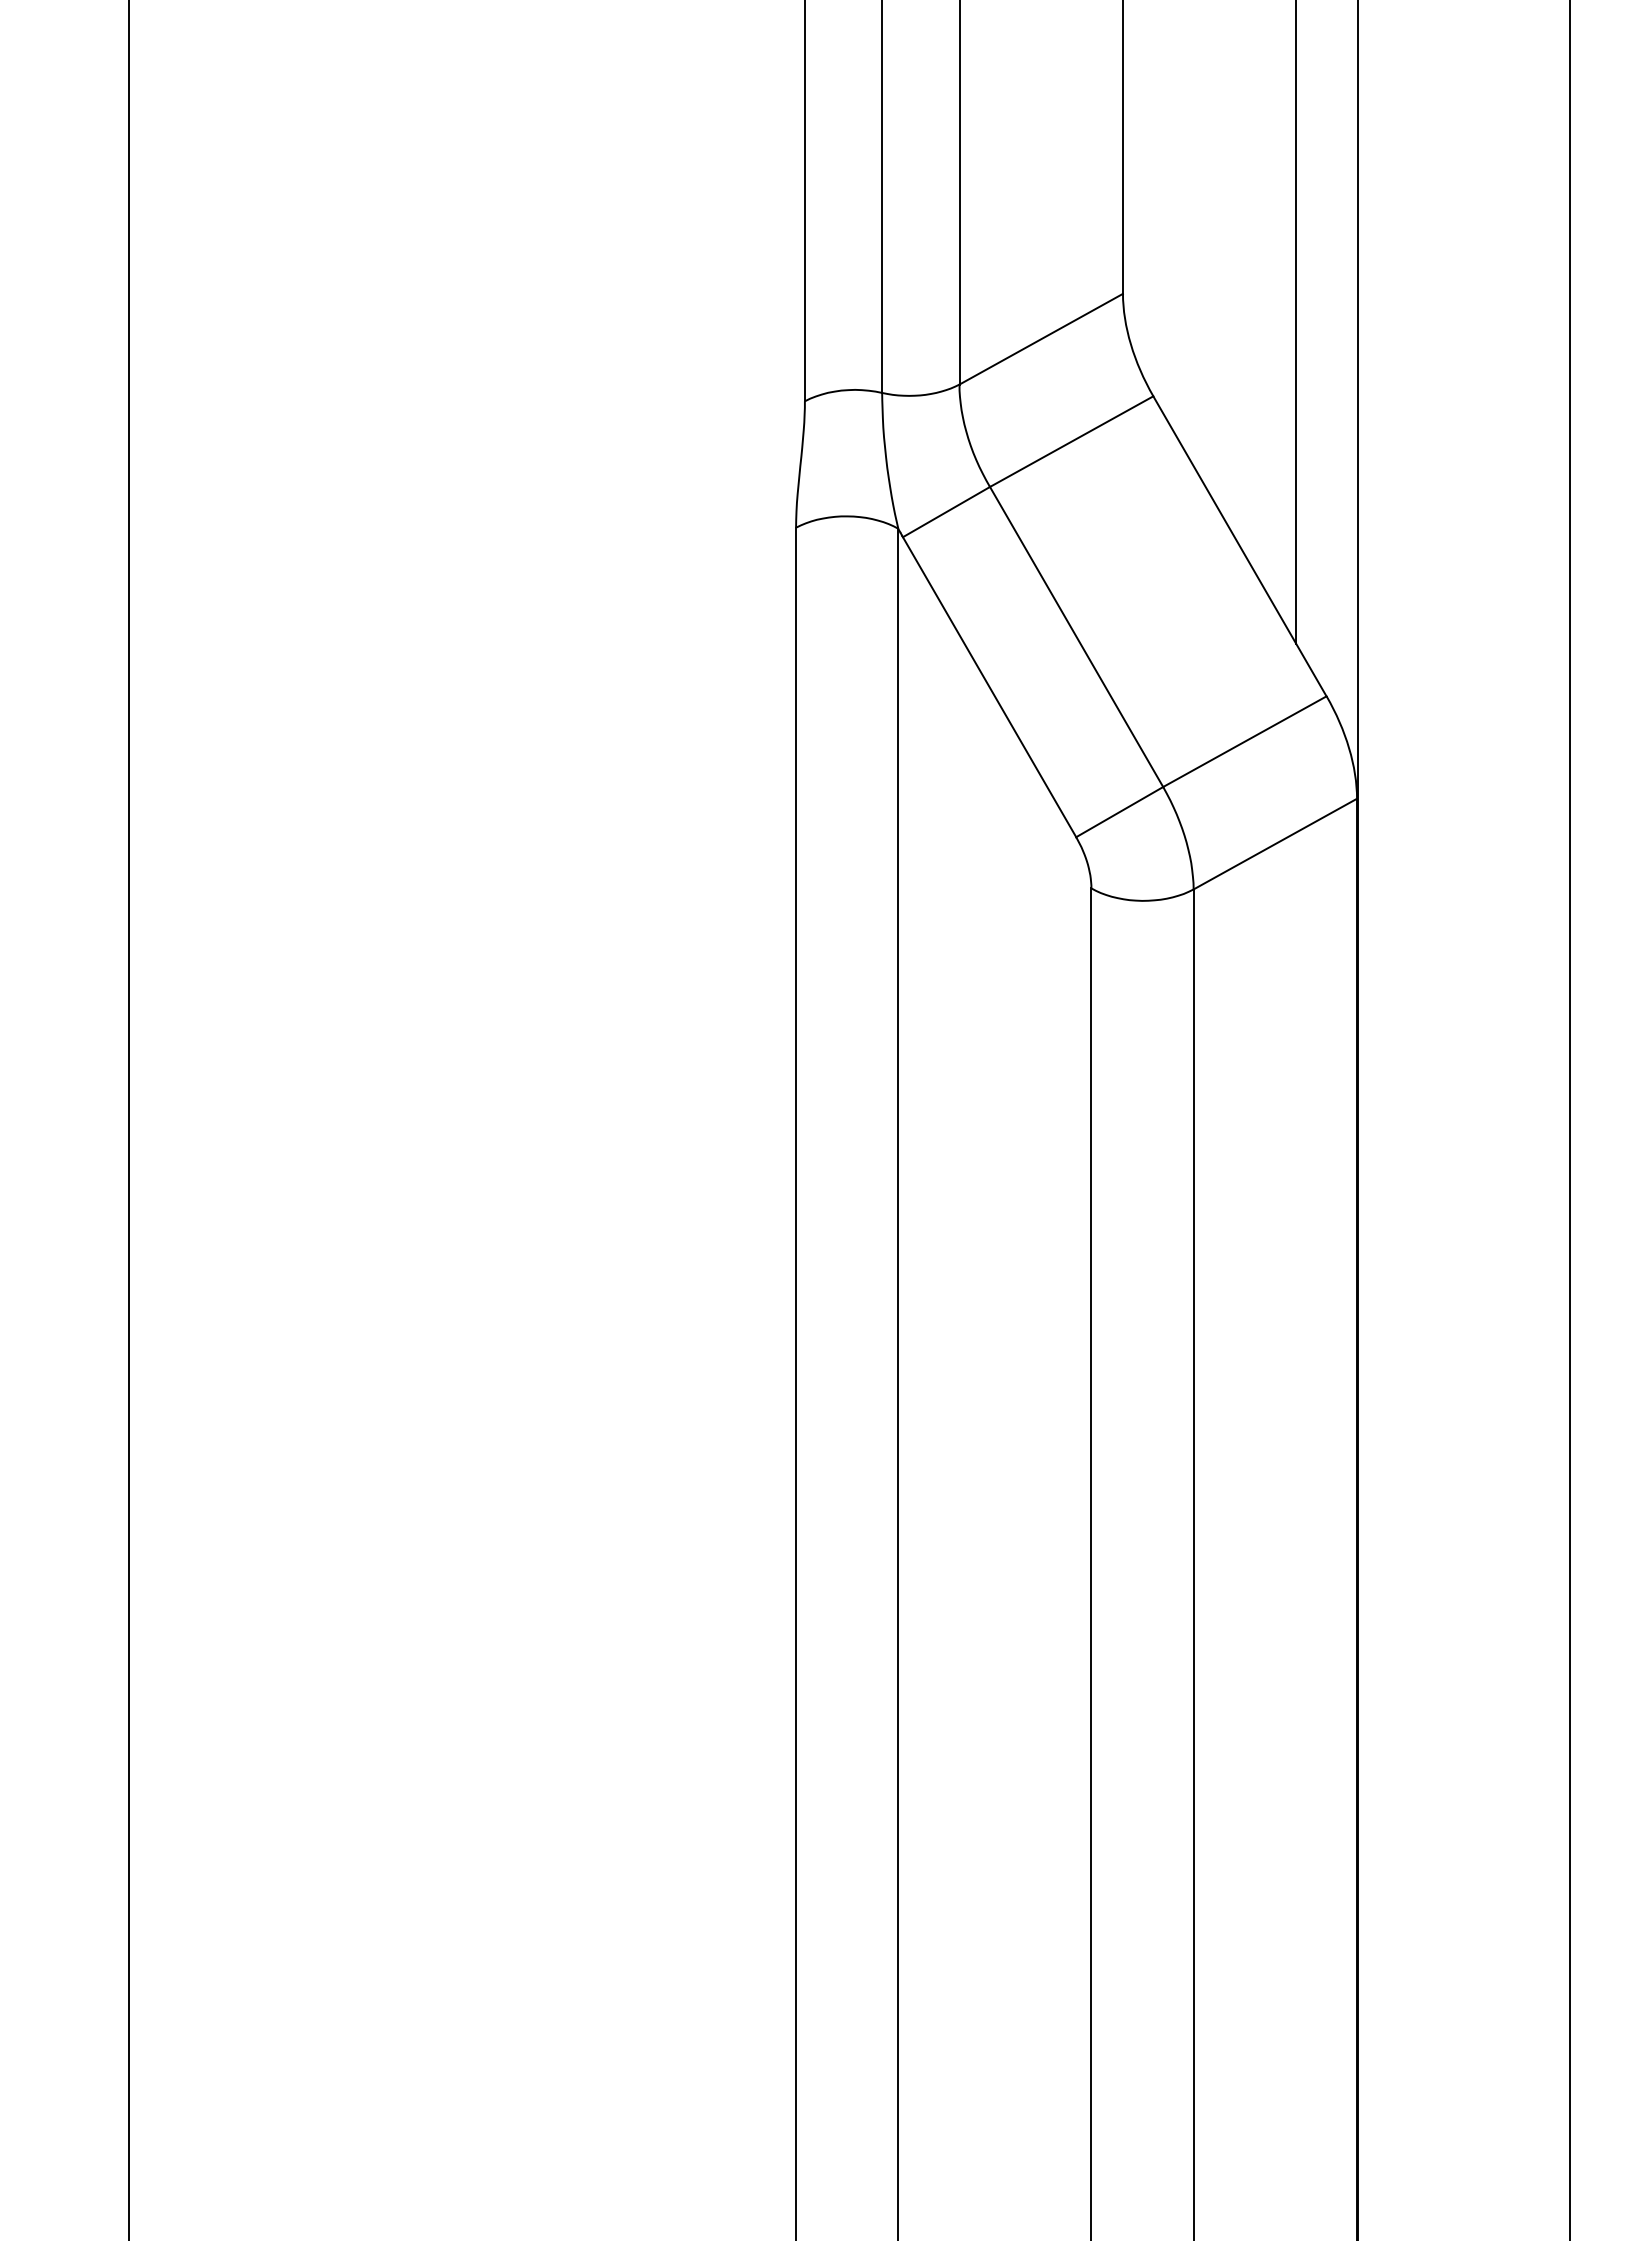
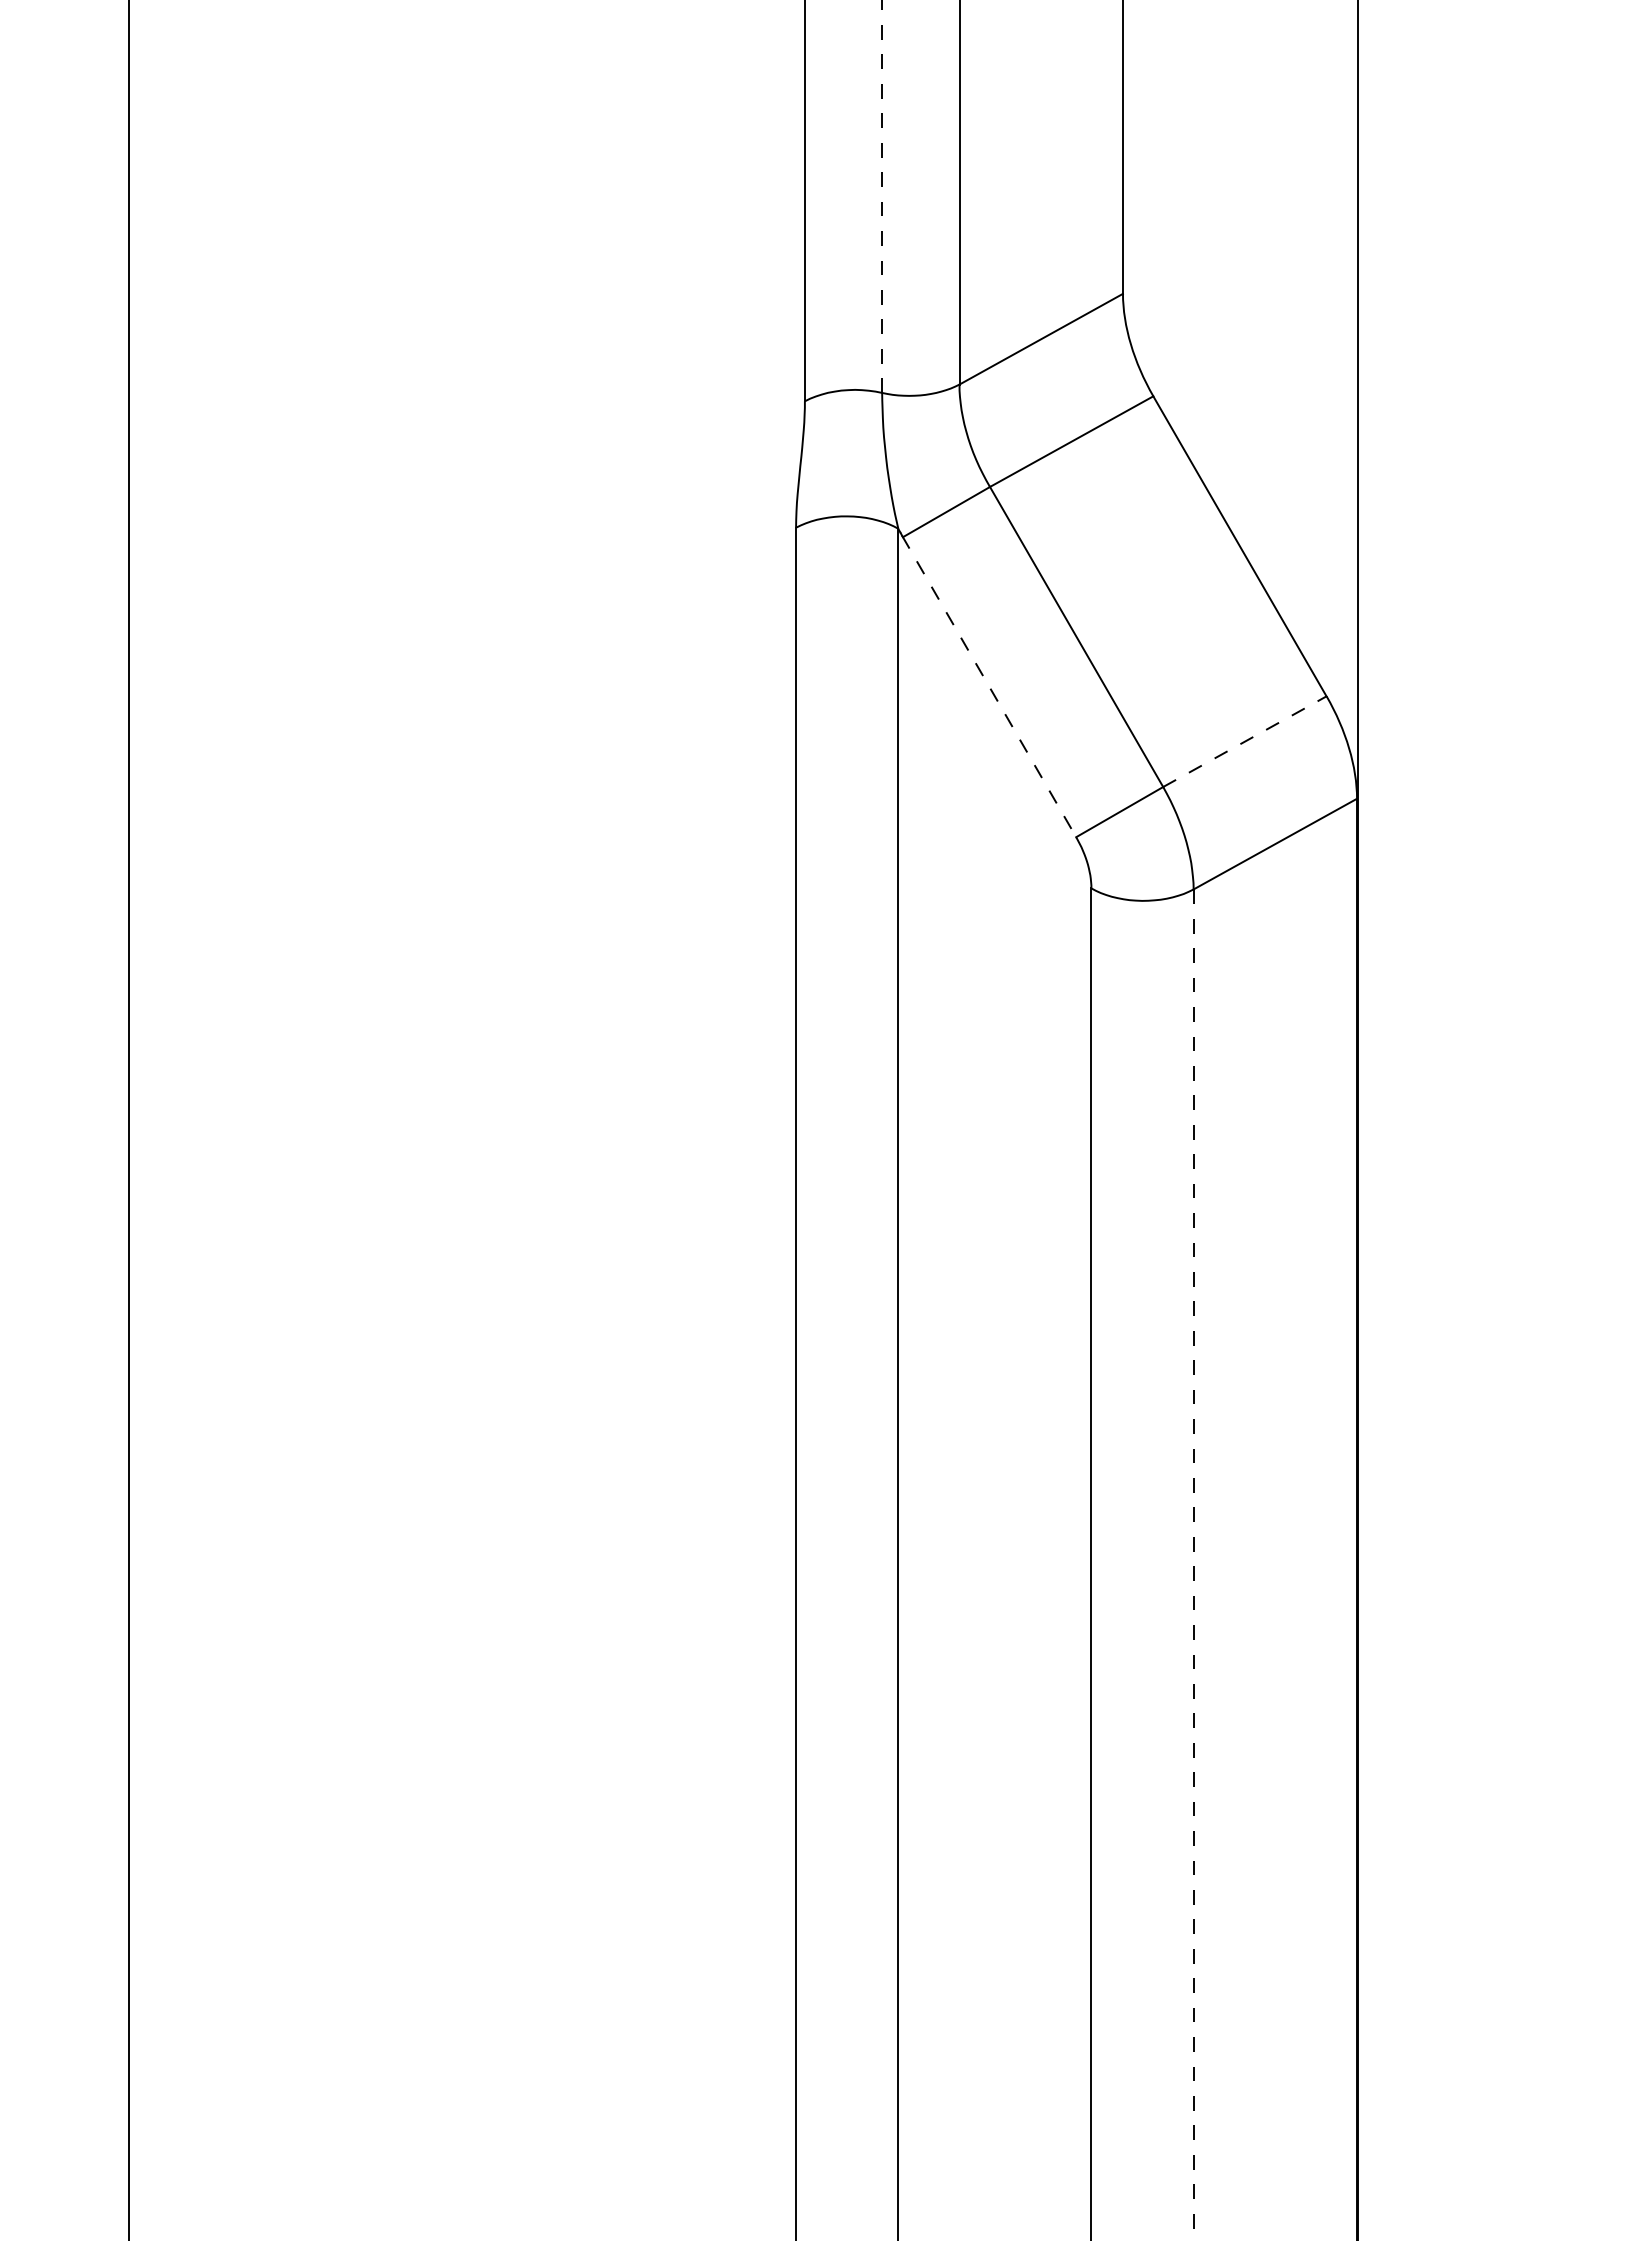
line at (882, 196): solid -> dashed
line at (1296, 322): present -> none
line at (989, 686): solid -> dashed
line at (1245, 741): solid -> dashed
line at (1570, 1119): present -> none
line at (1193, 1565): solid -> dashed
